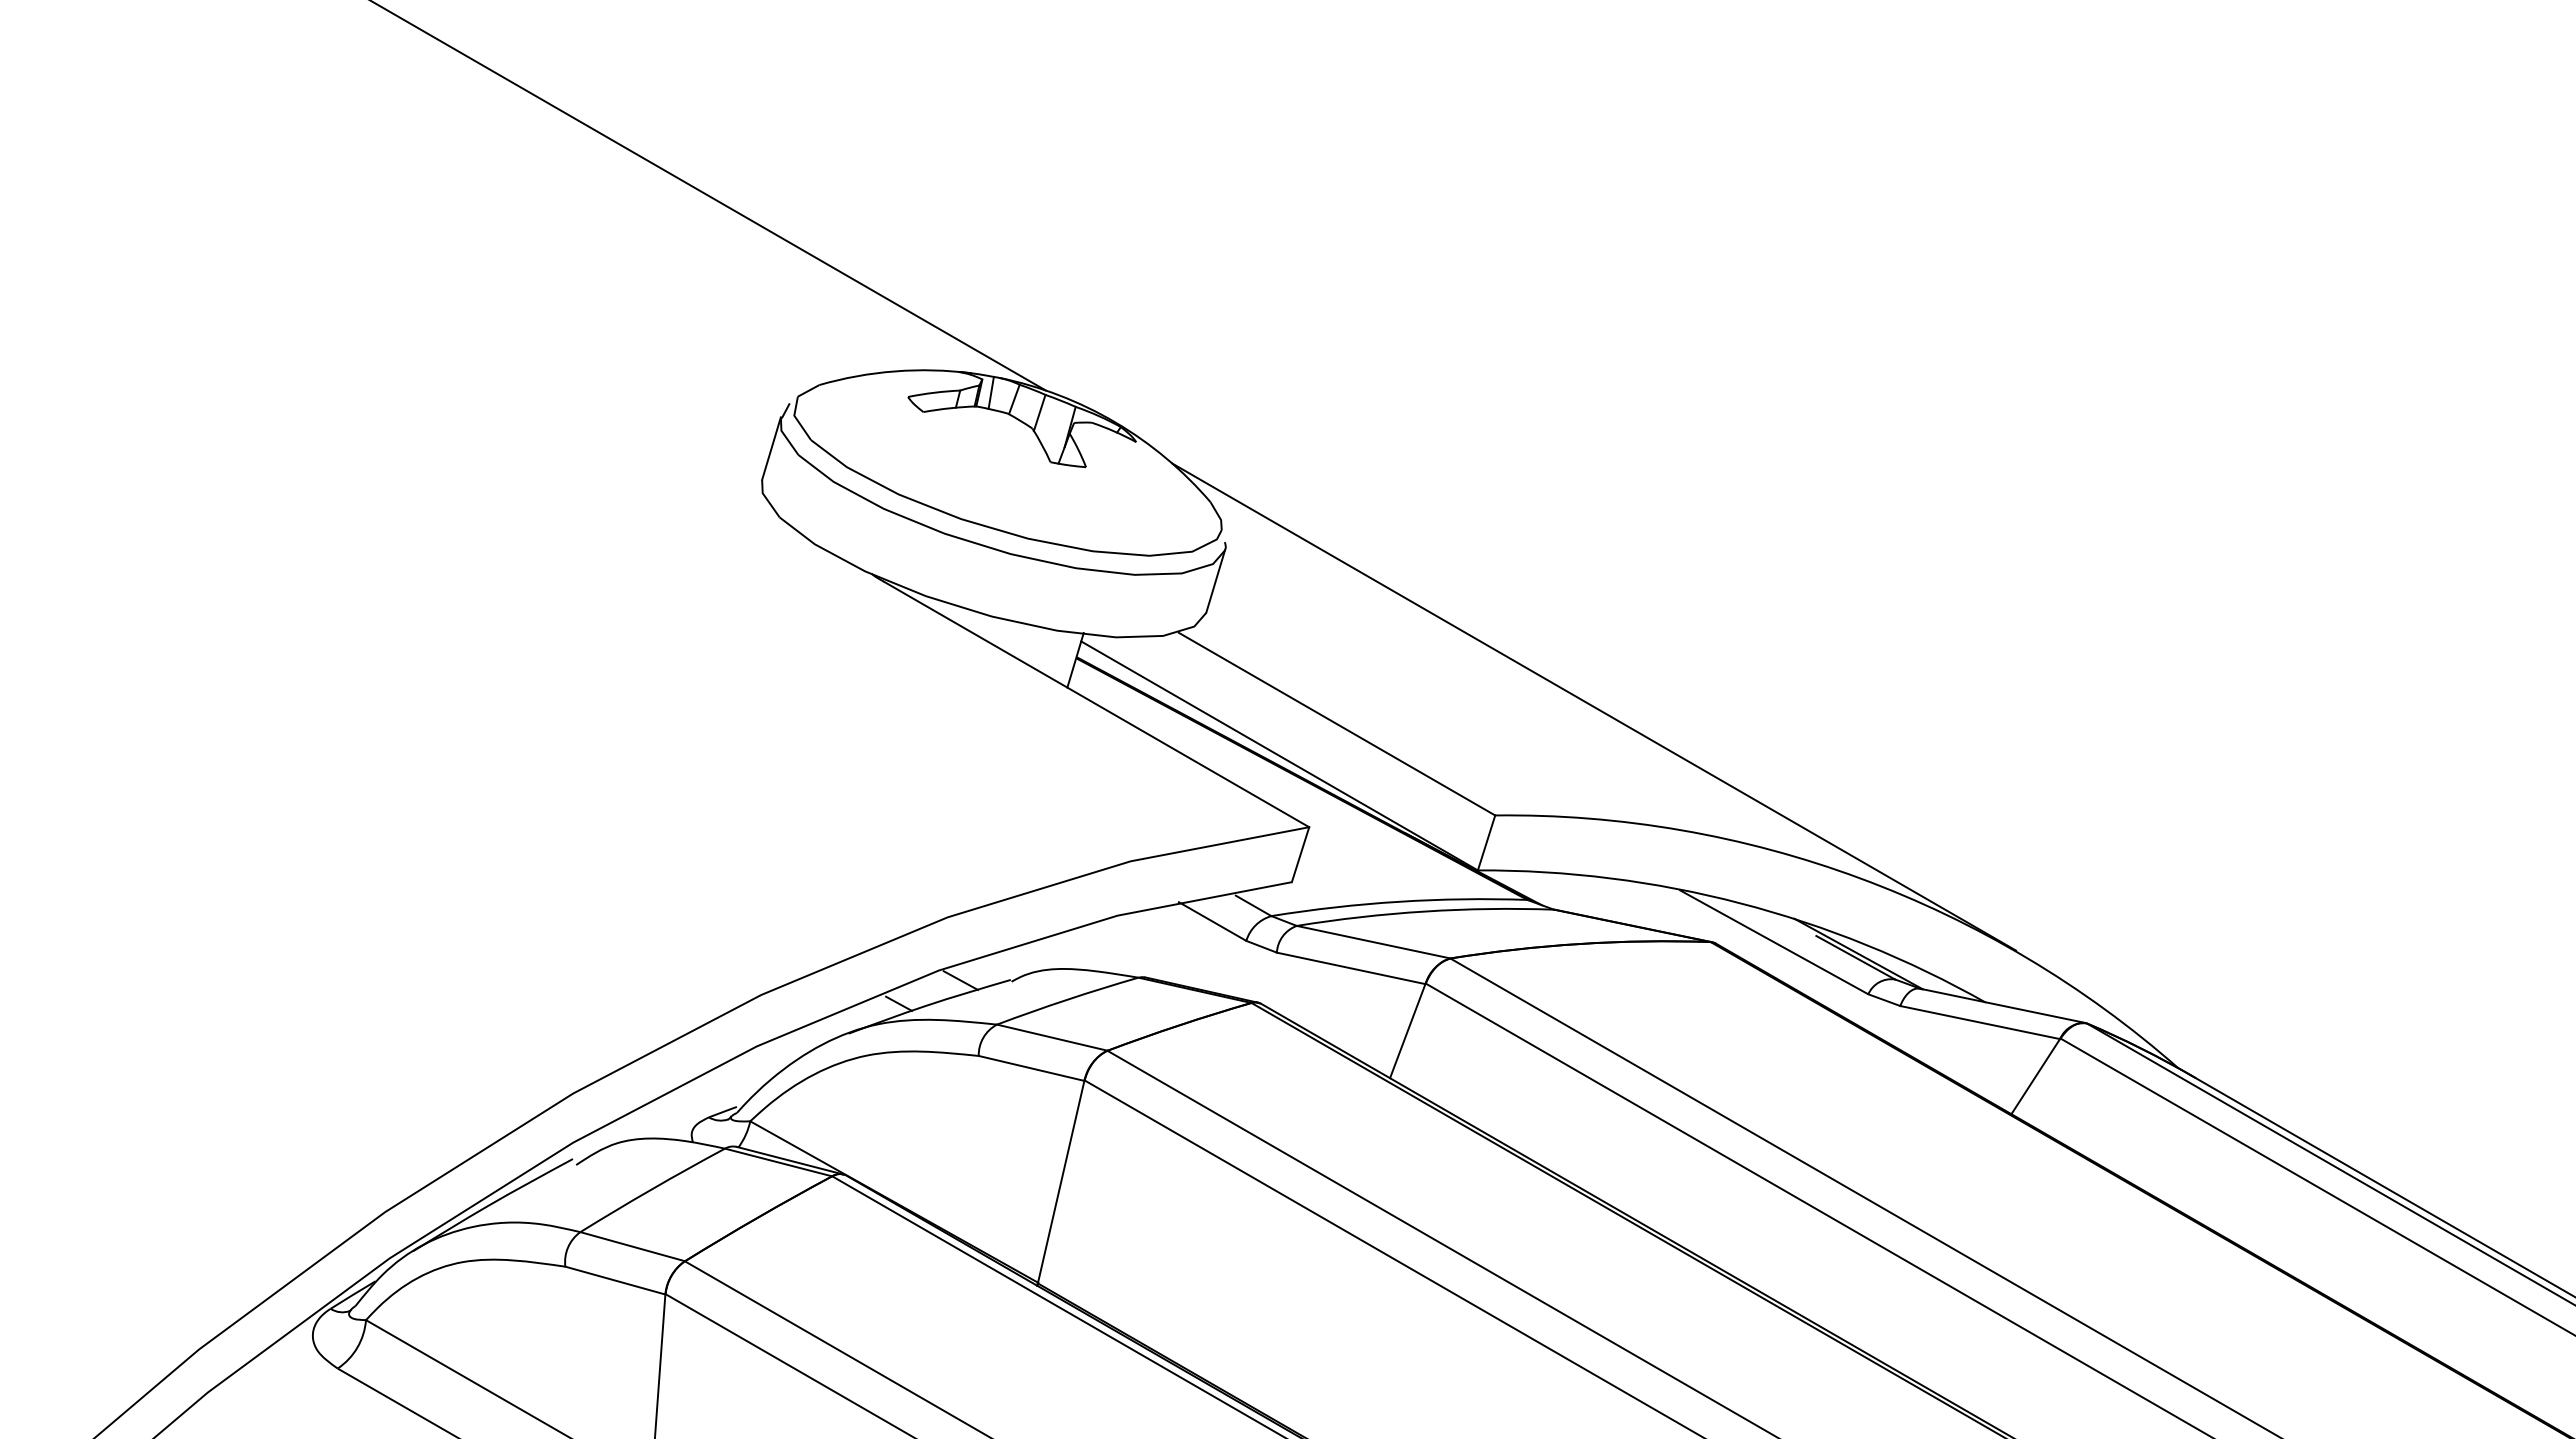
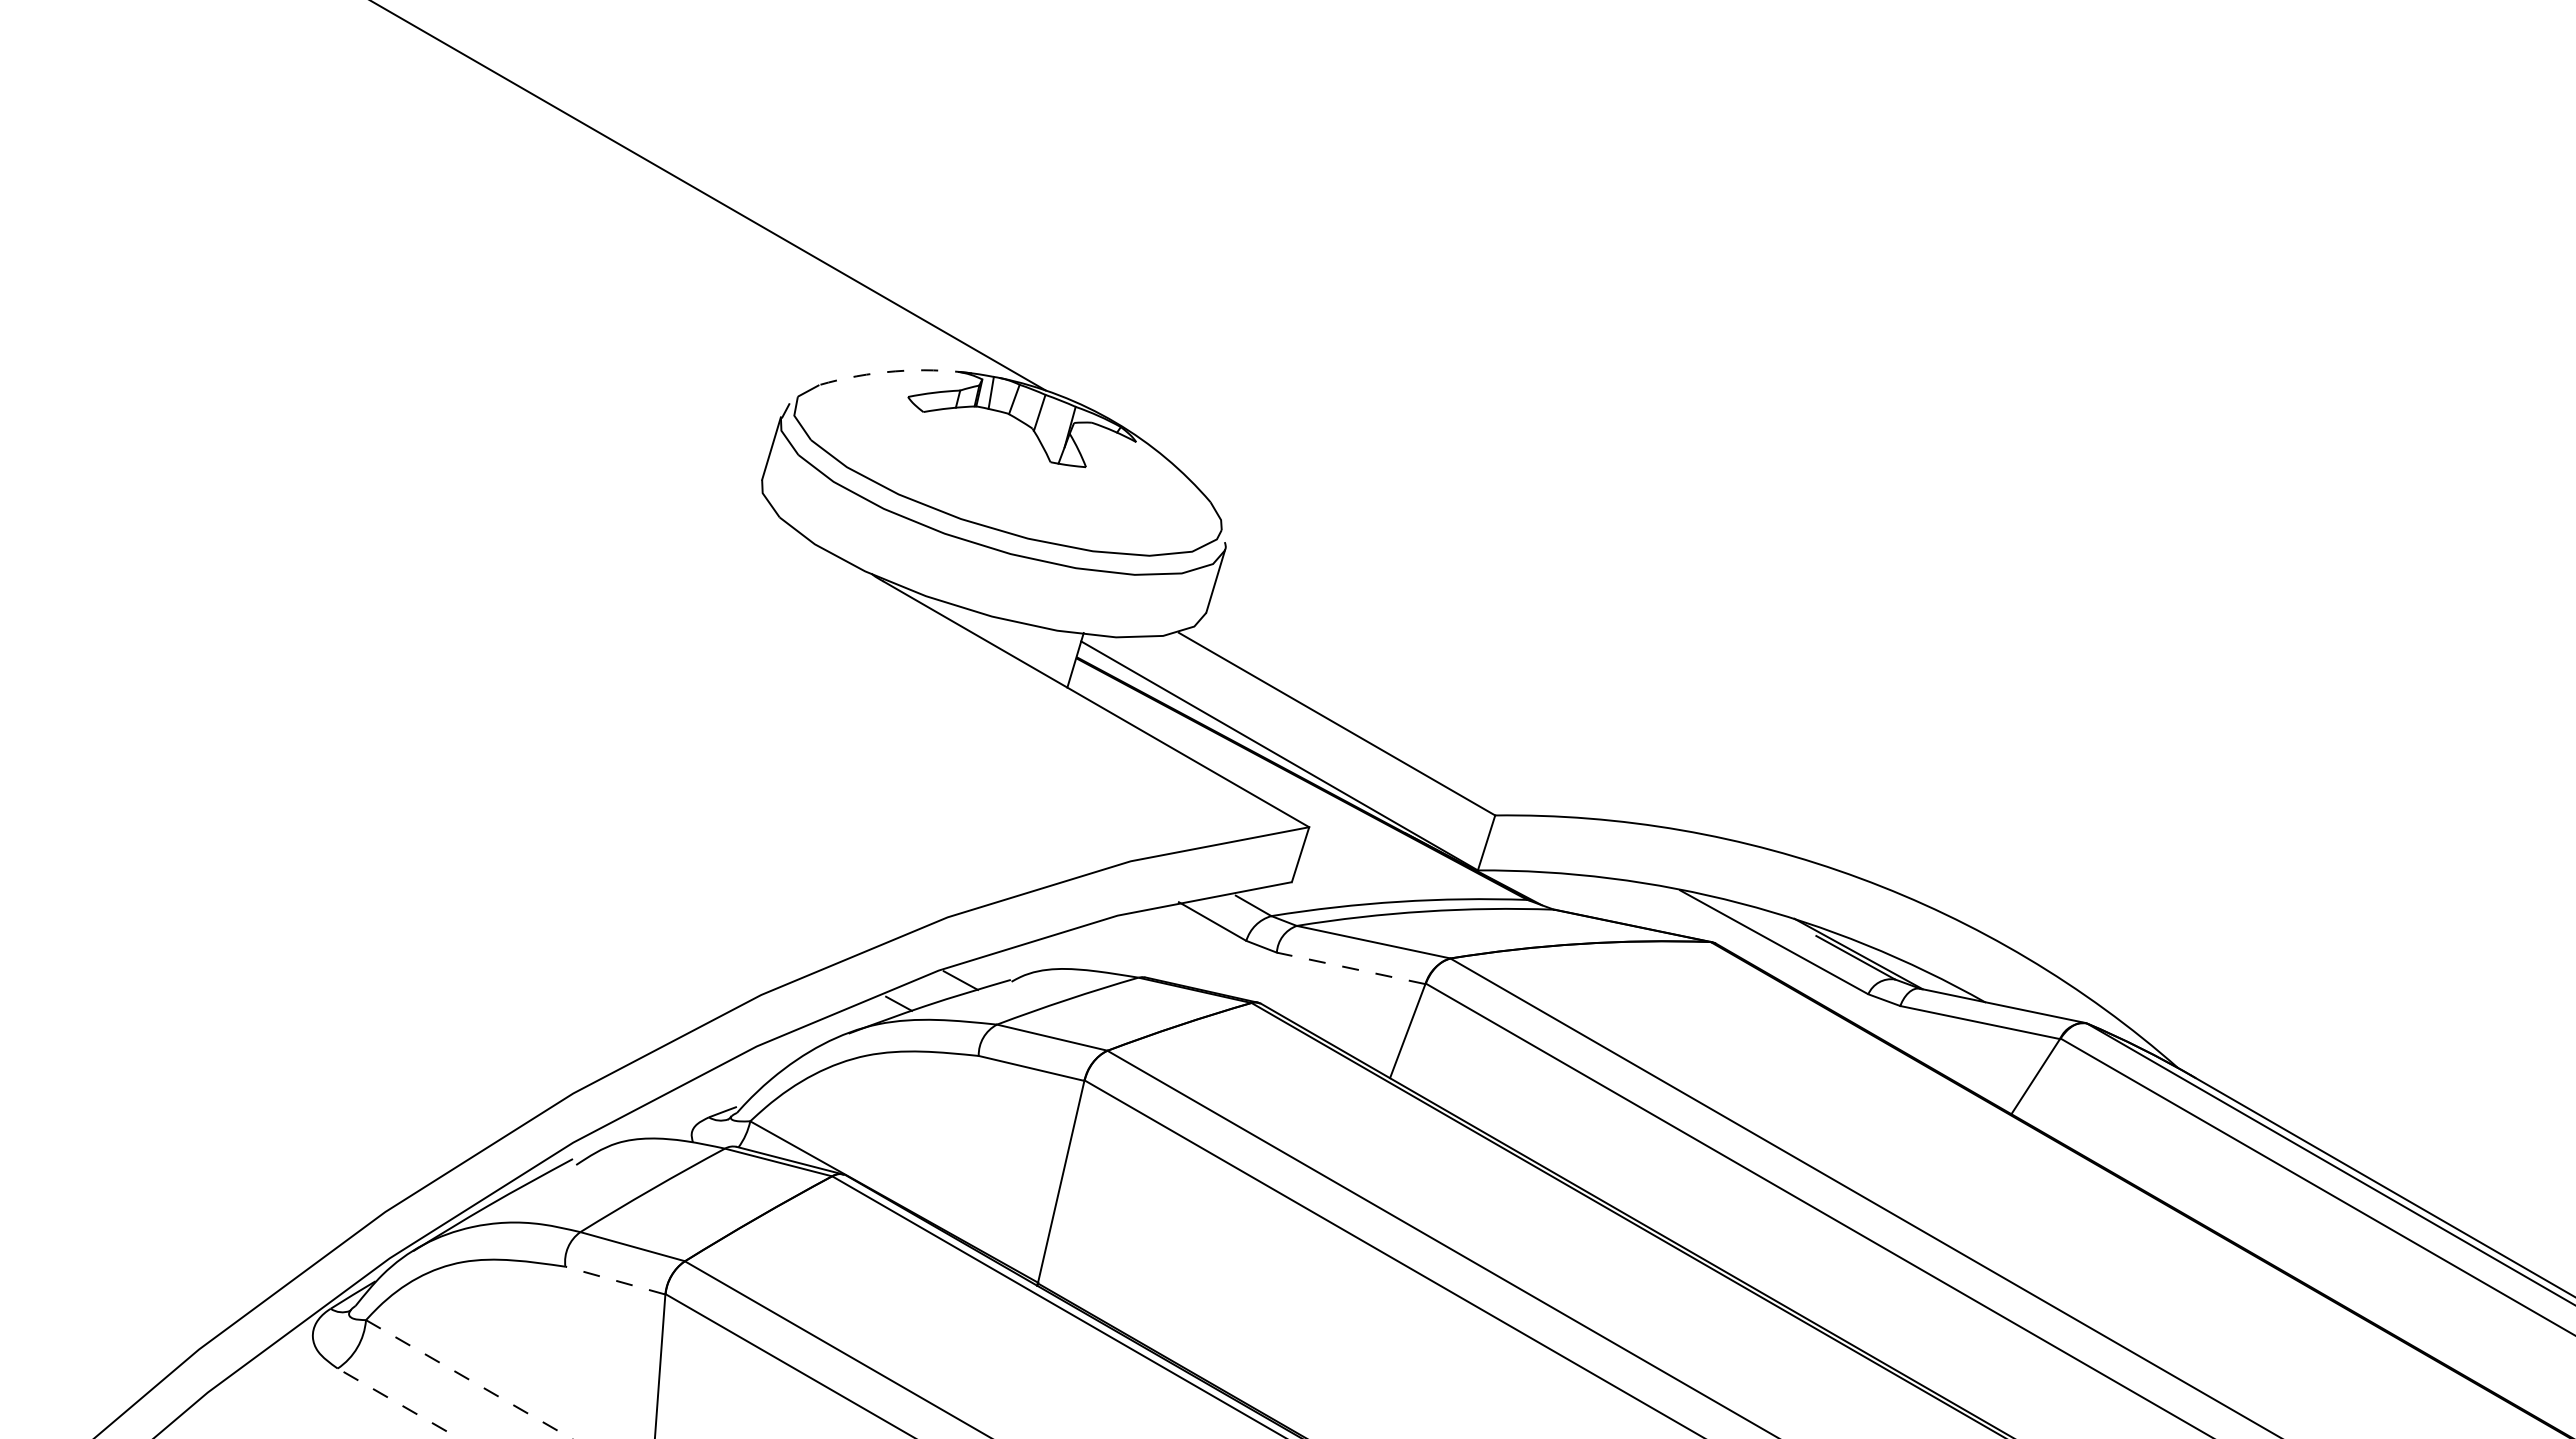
arc at (895, 371): solid -> dashed
line at (1594, 706): present -> none
line at (1351, 968): solid -> dashed
line at (615, 1280): solid -> dashed
line at (468, 1379): solid -> dashed
line at (398, 1403): solid -> dashed
